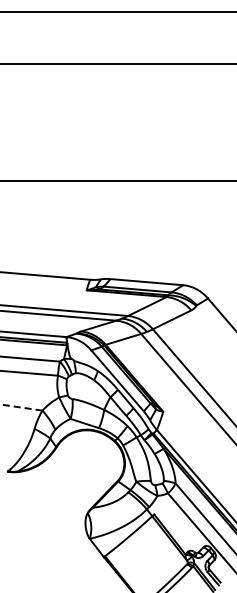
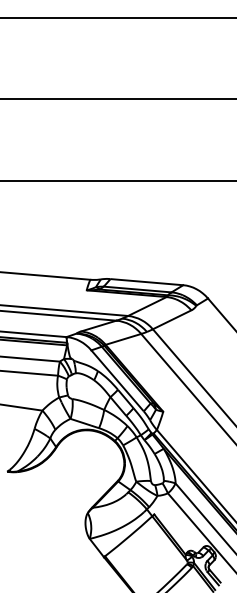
line at (117, 11) position: (117, 11) -> (117, 17)
line at (117, 64) position: (117, 64) -> (117, 99)
line at (20, 407): dashed -> solid
